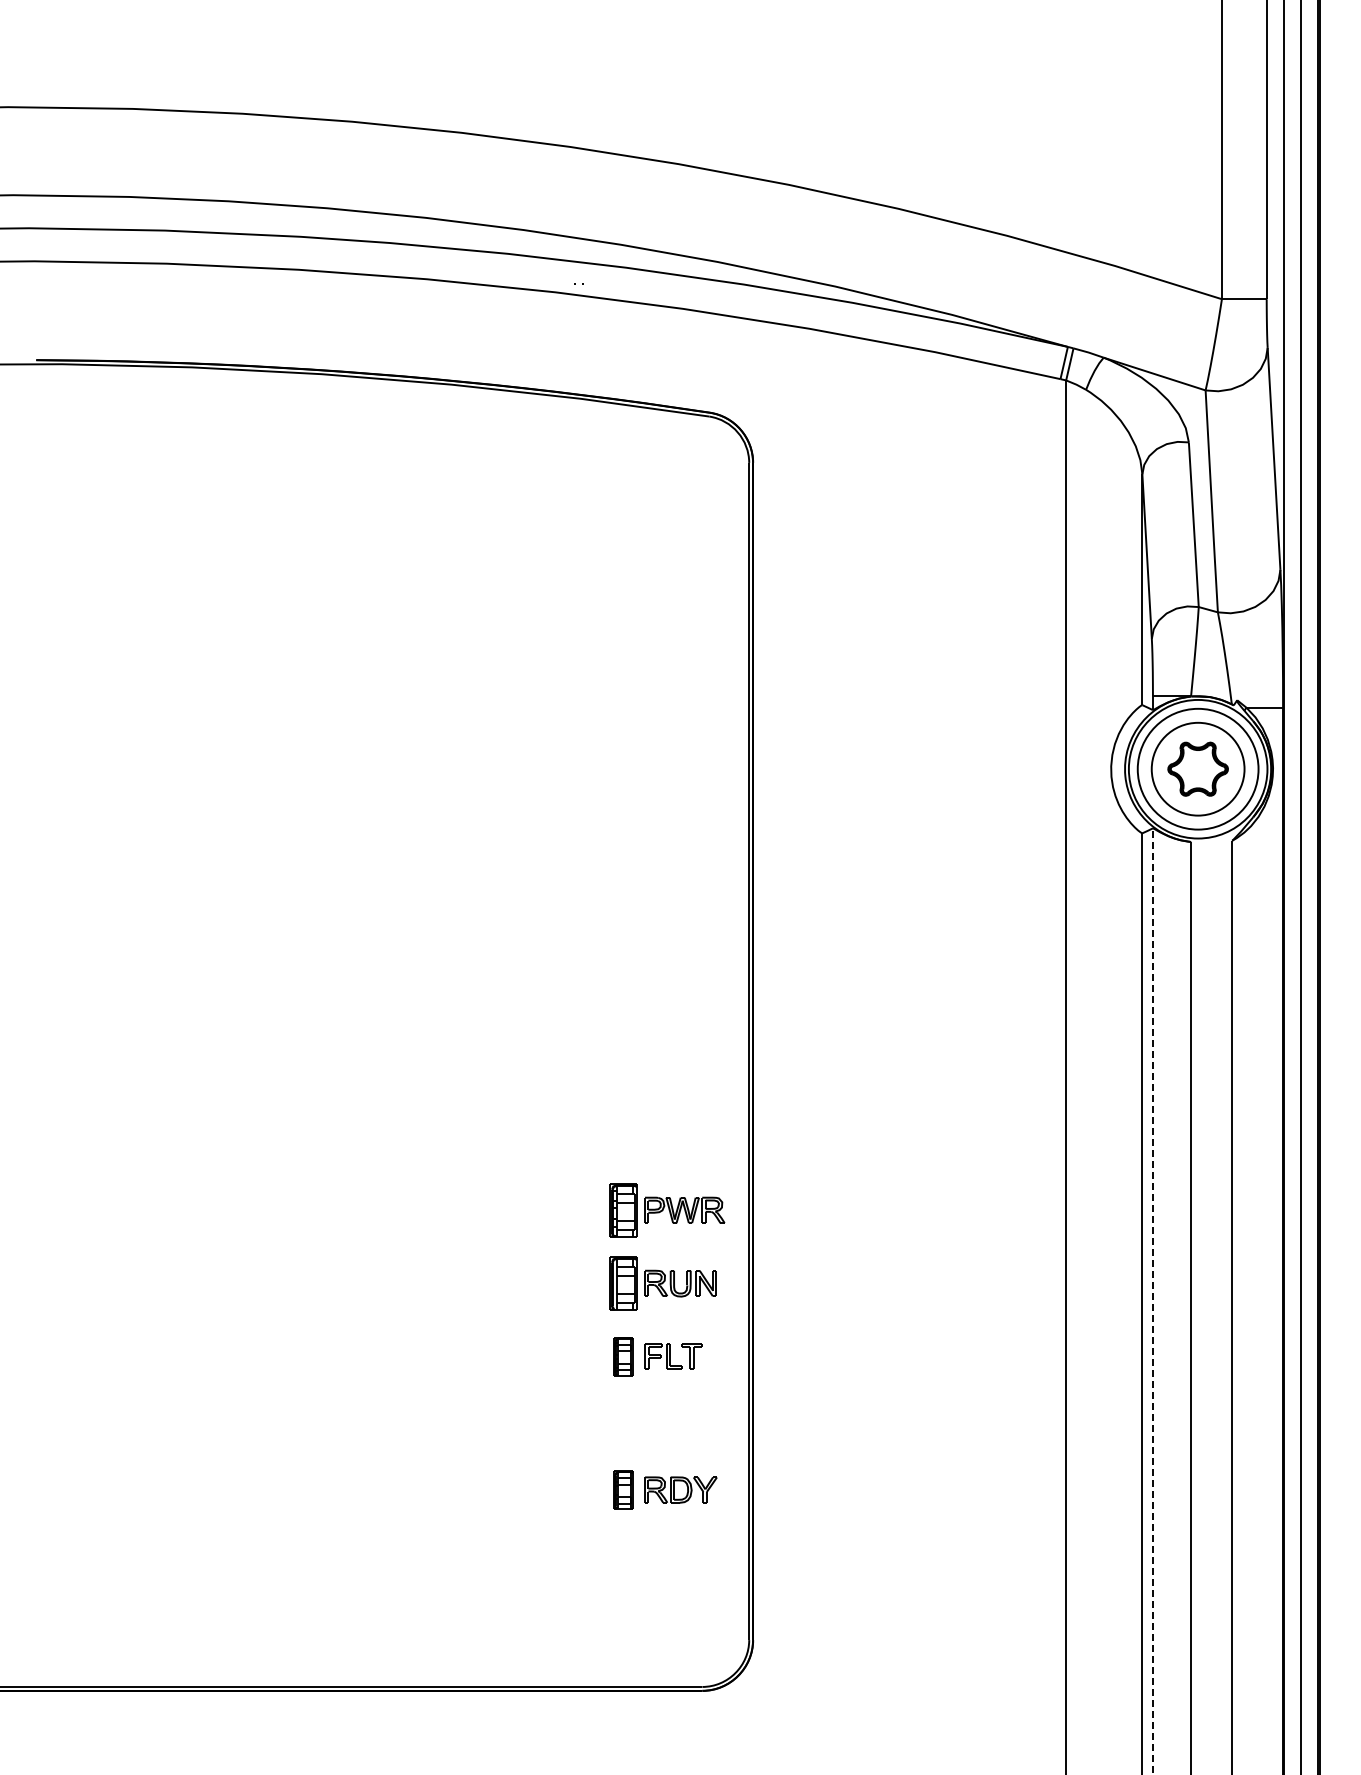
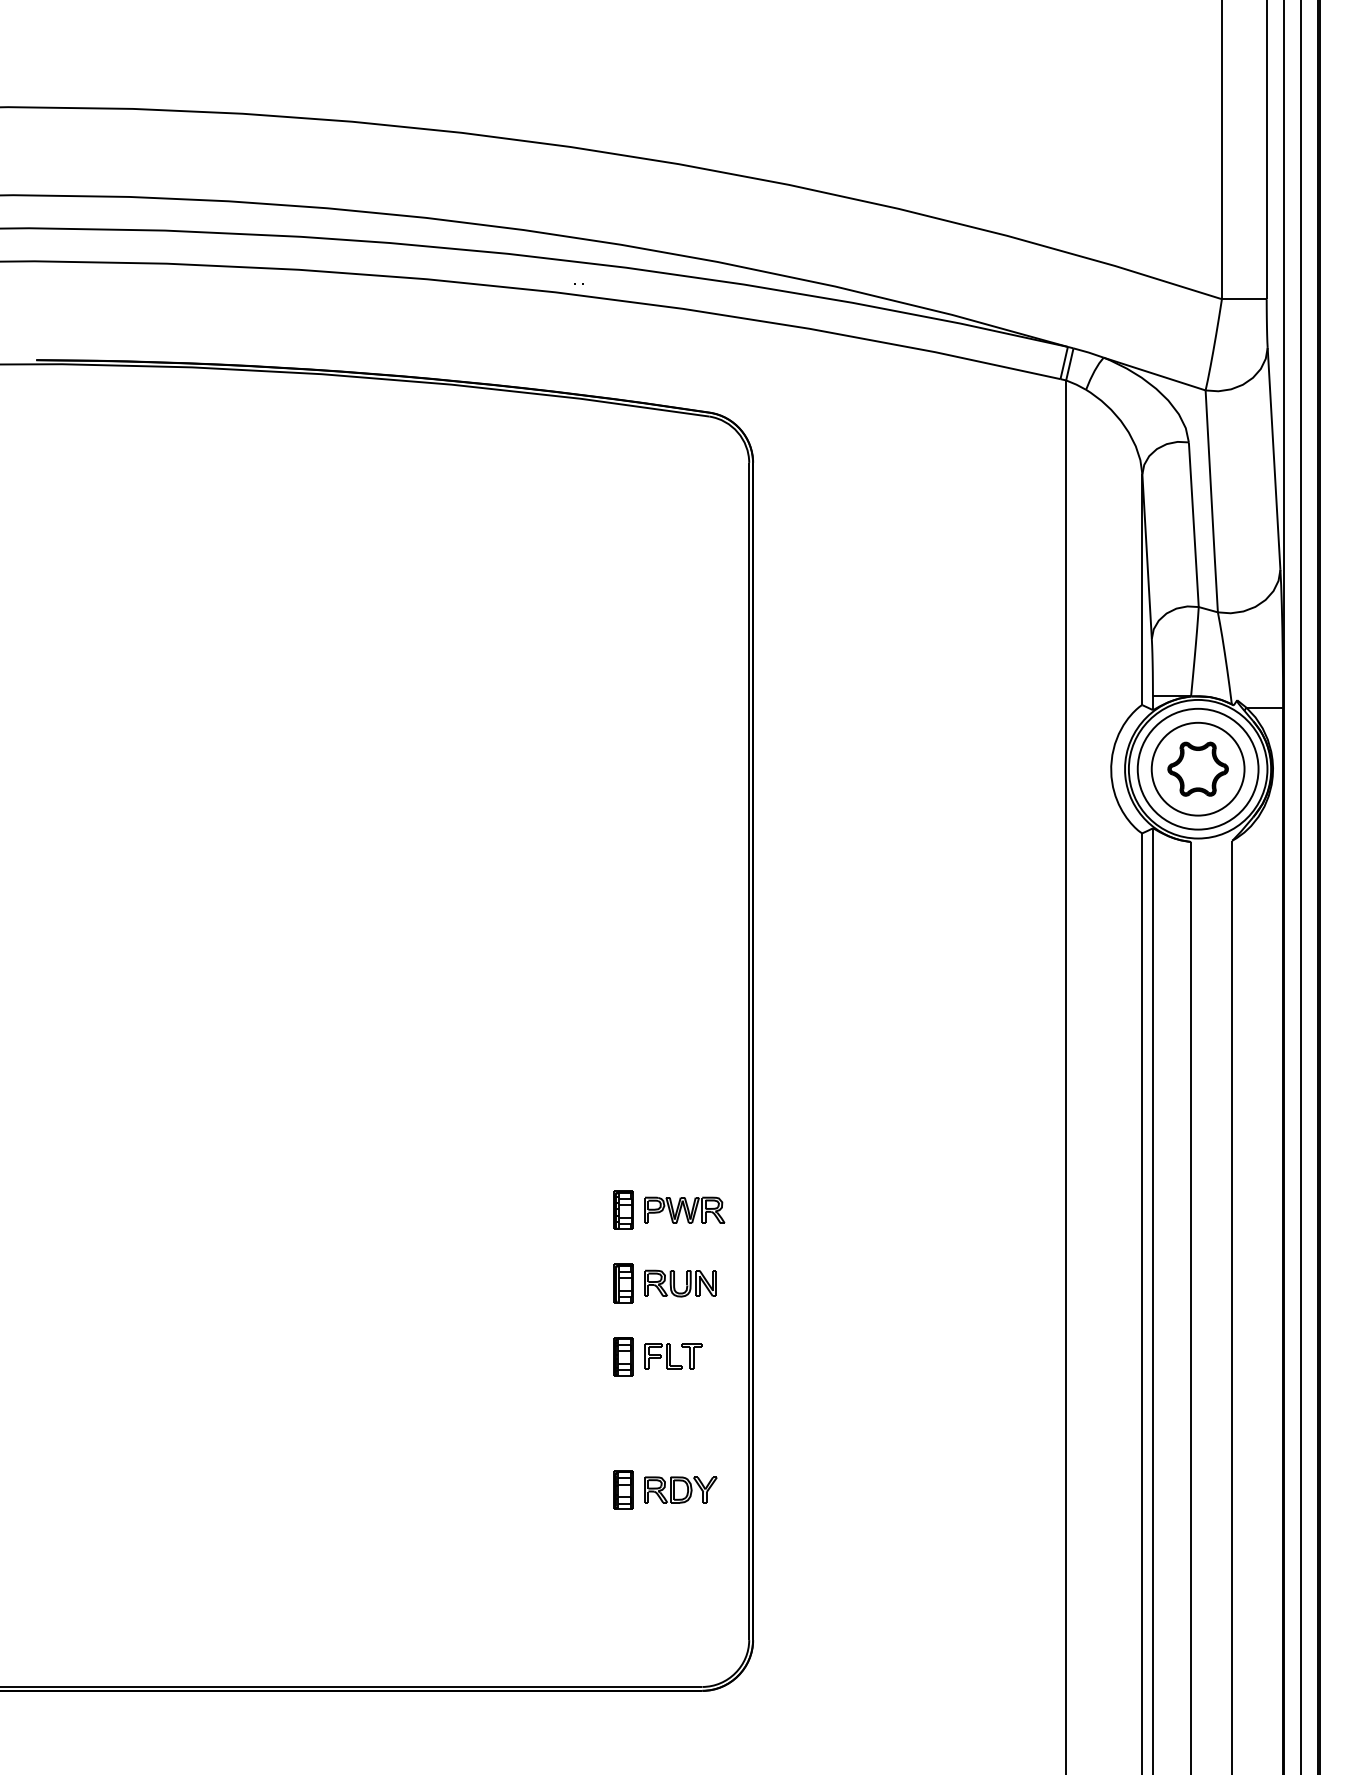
part at (623, 1210) size: 29x55 px -> 21x40 px
part at (623, 1283) size: 29x55 px -> 21x41 px
line at (1152, 1301): dashed -> solid
